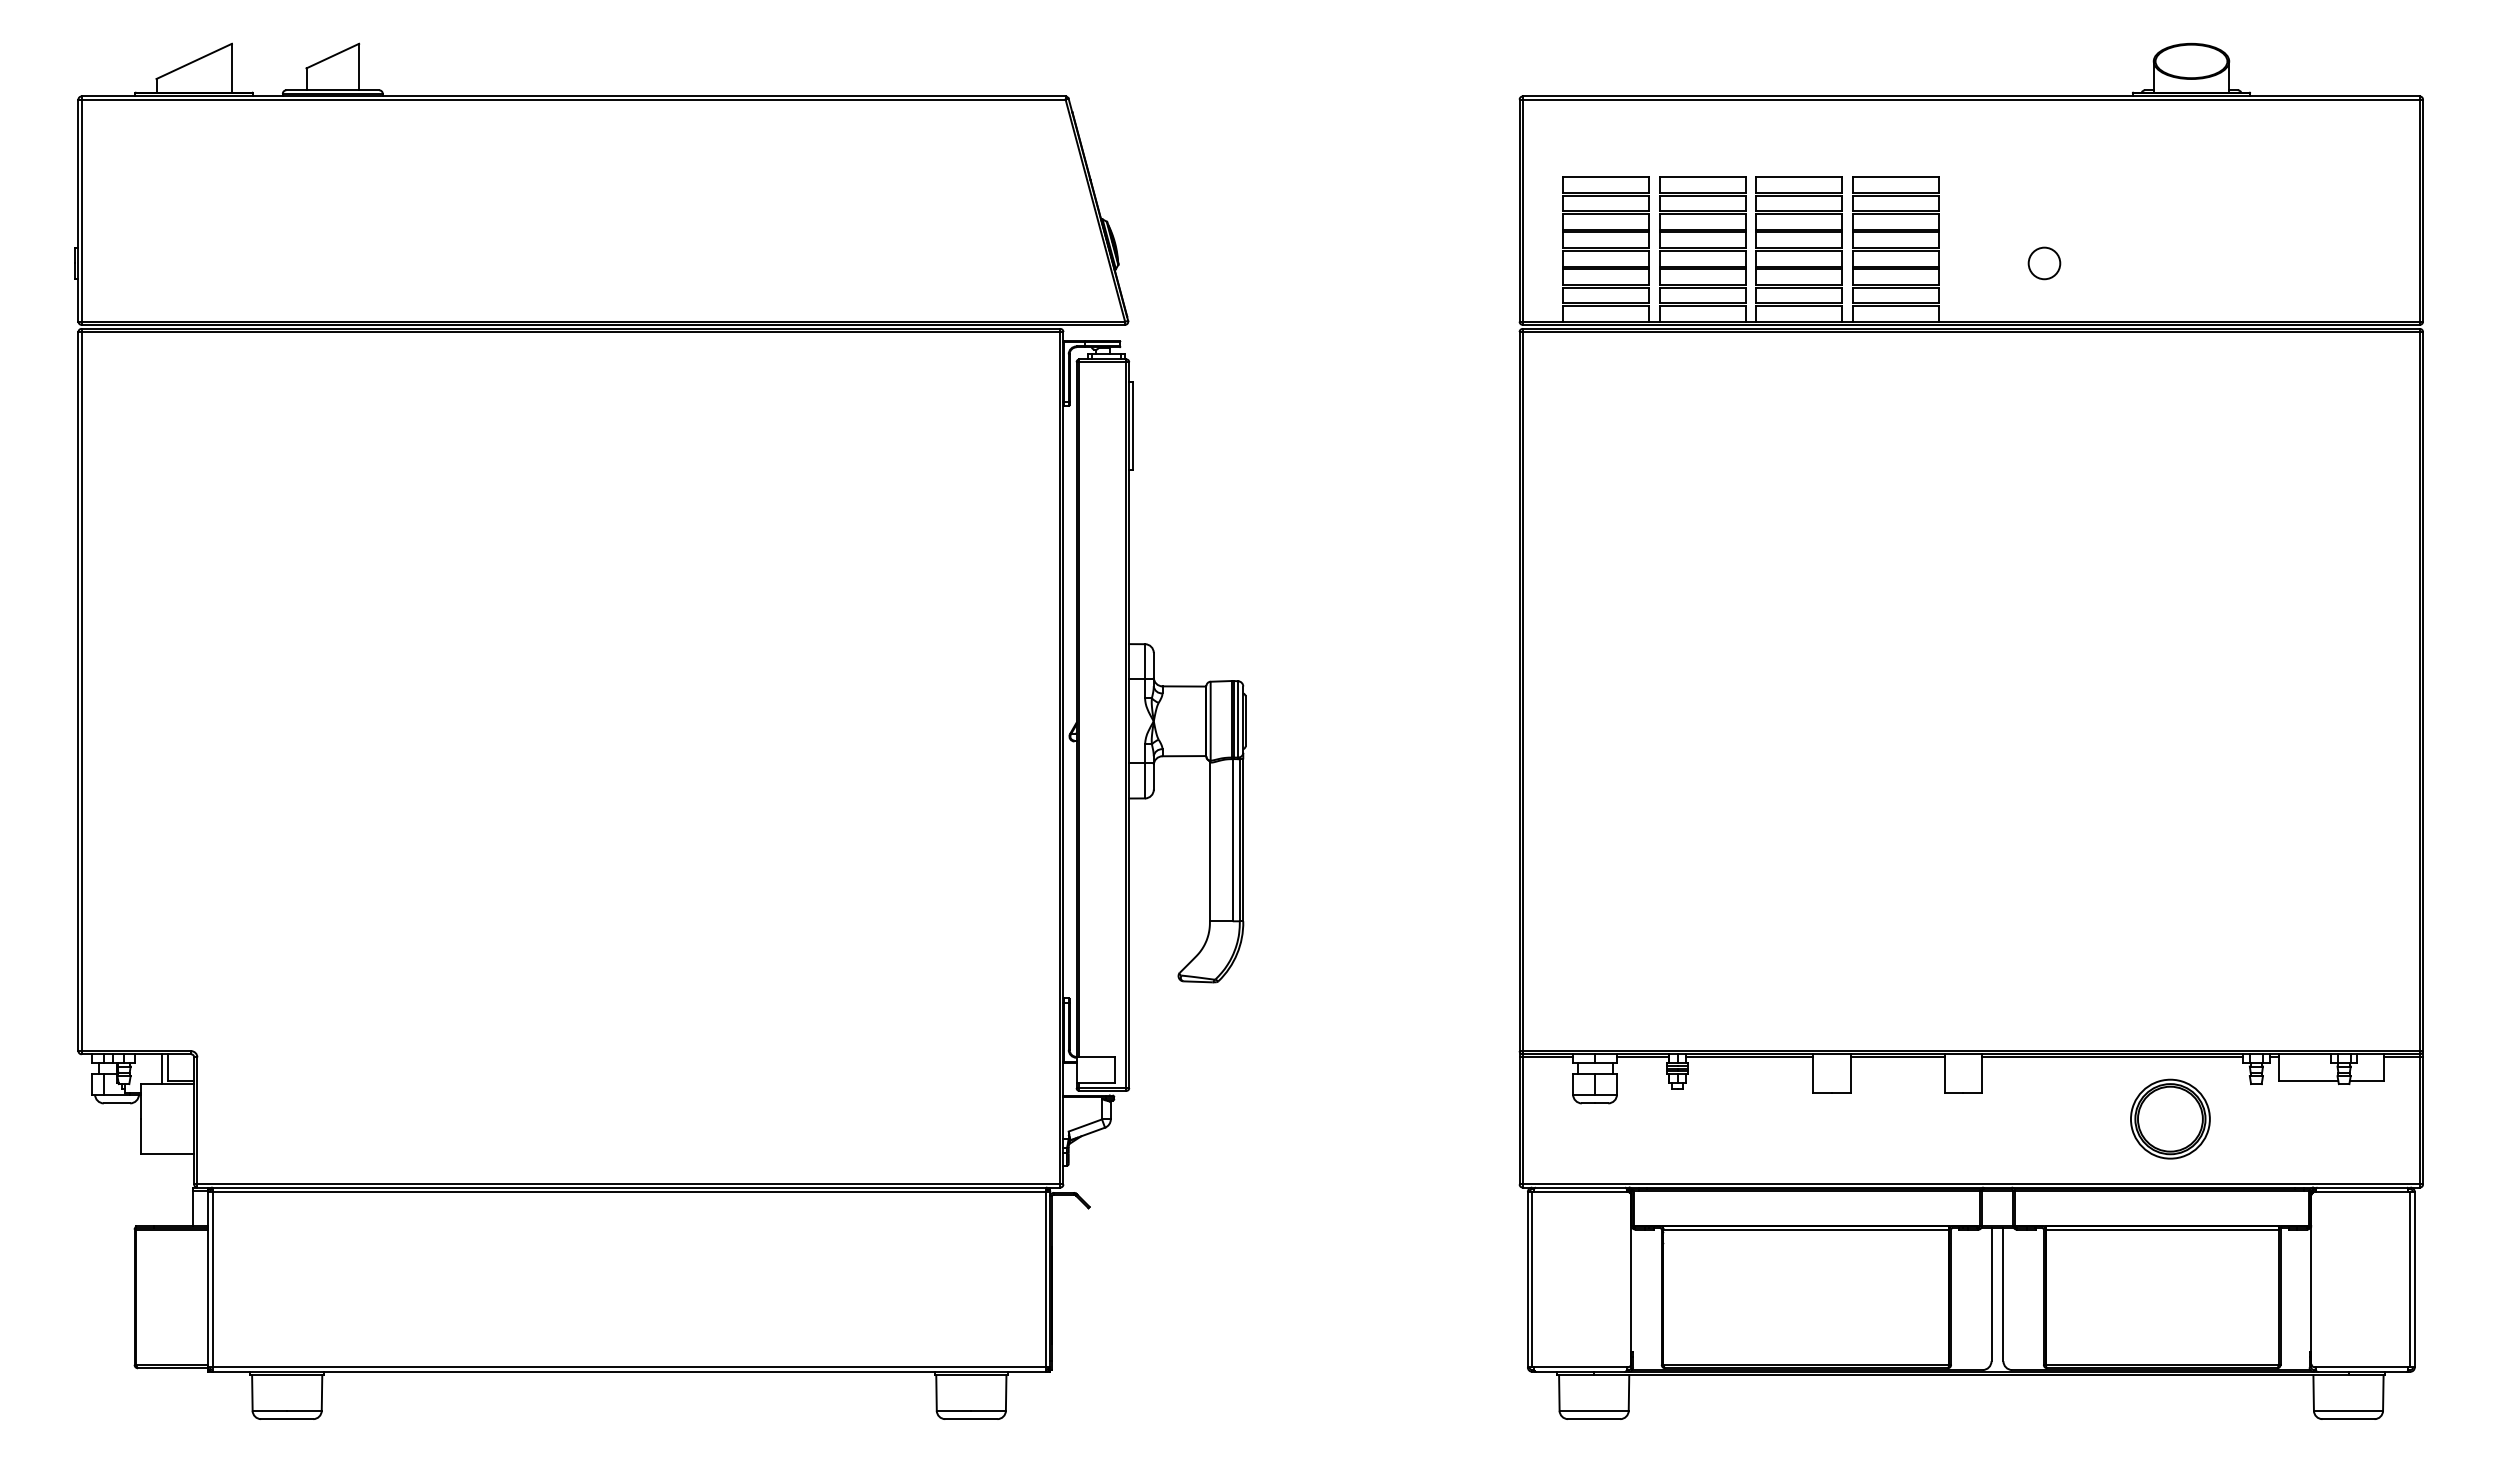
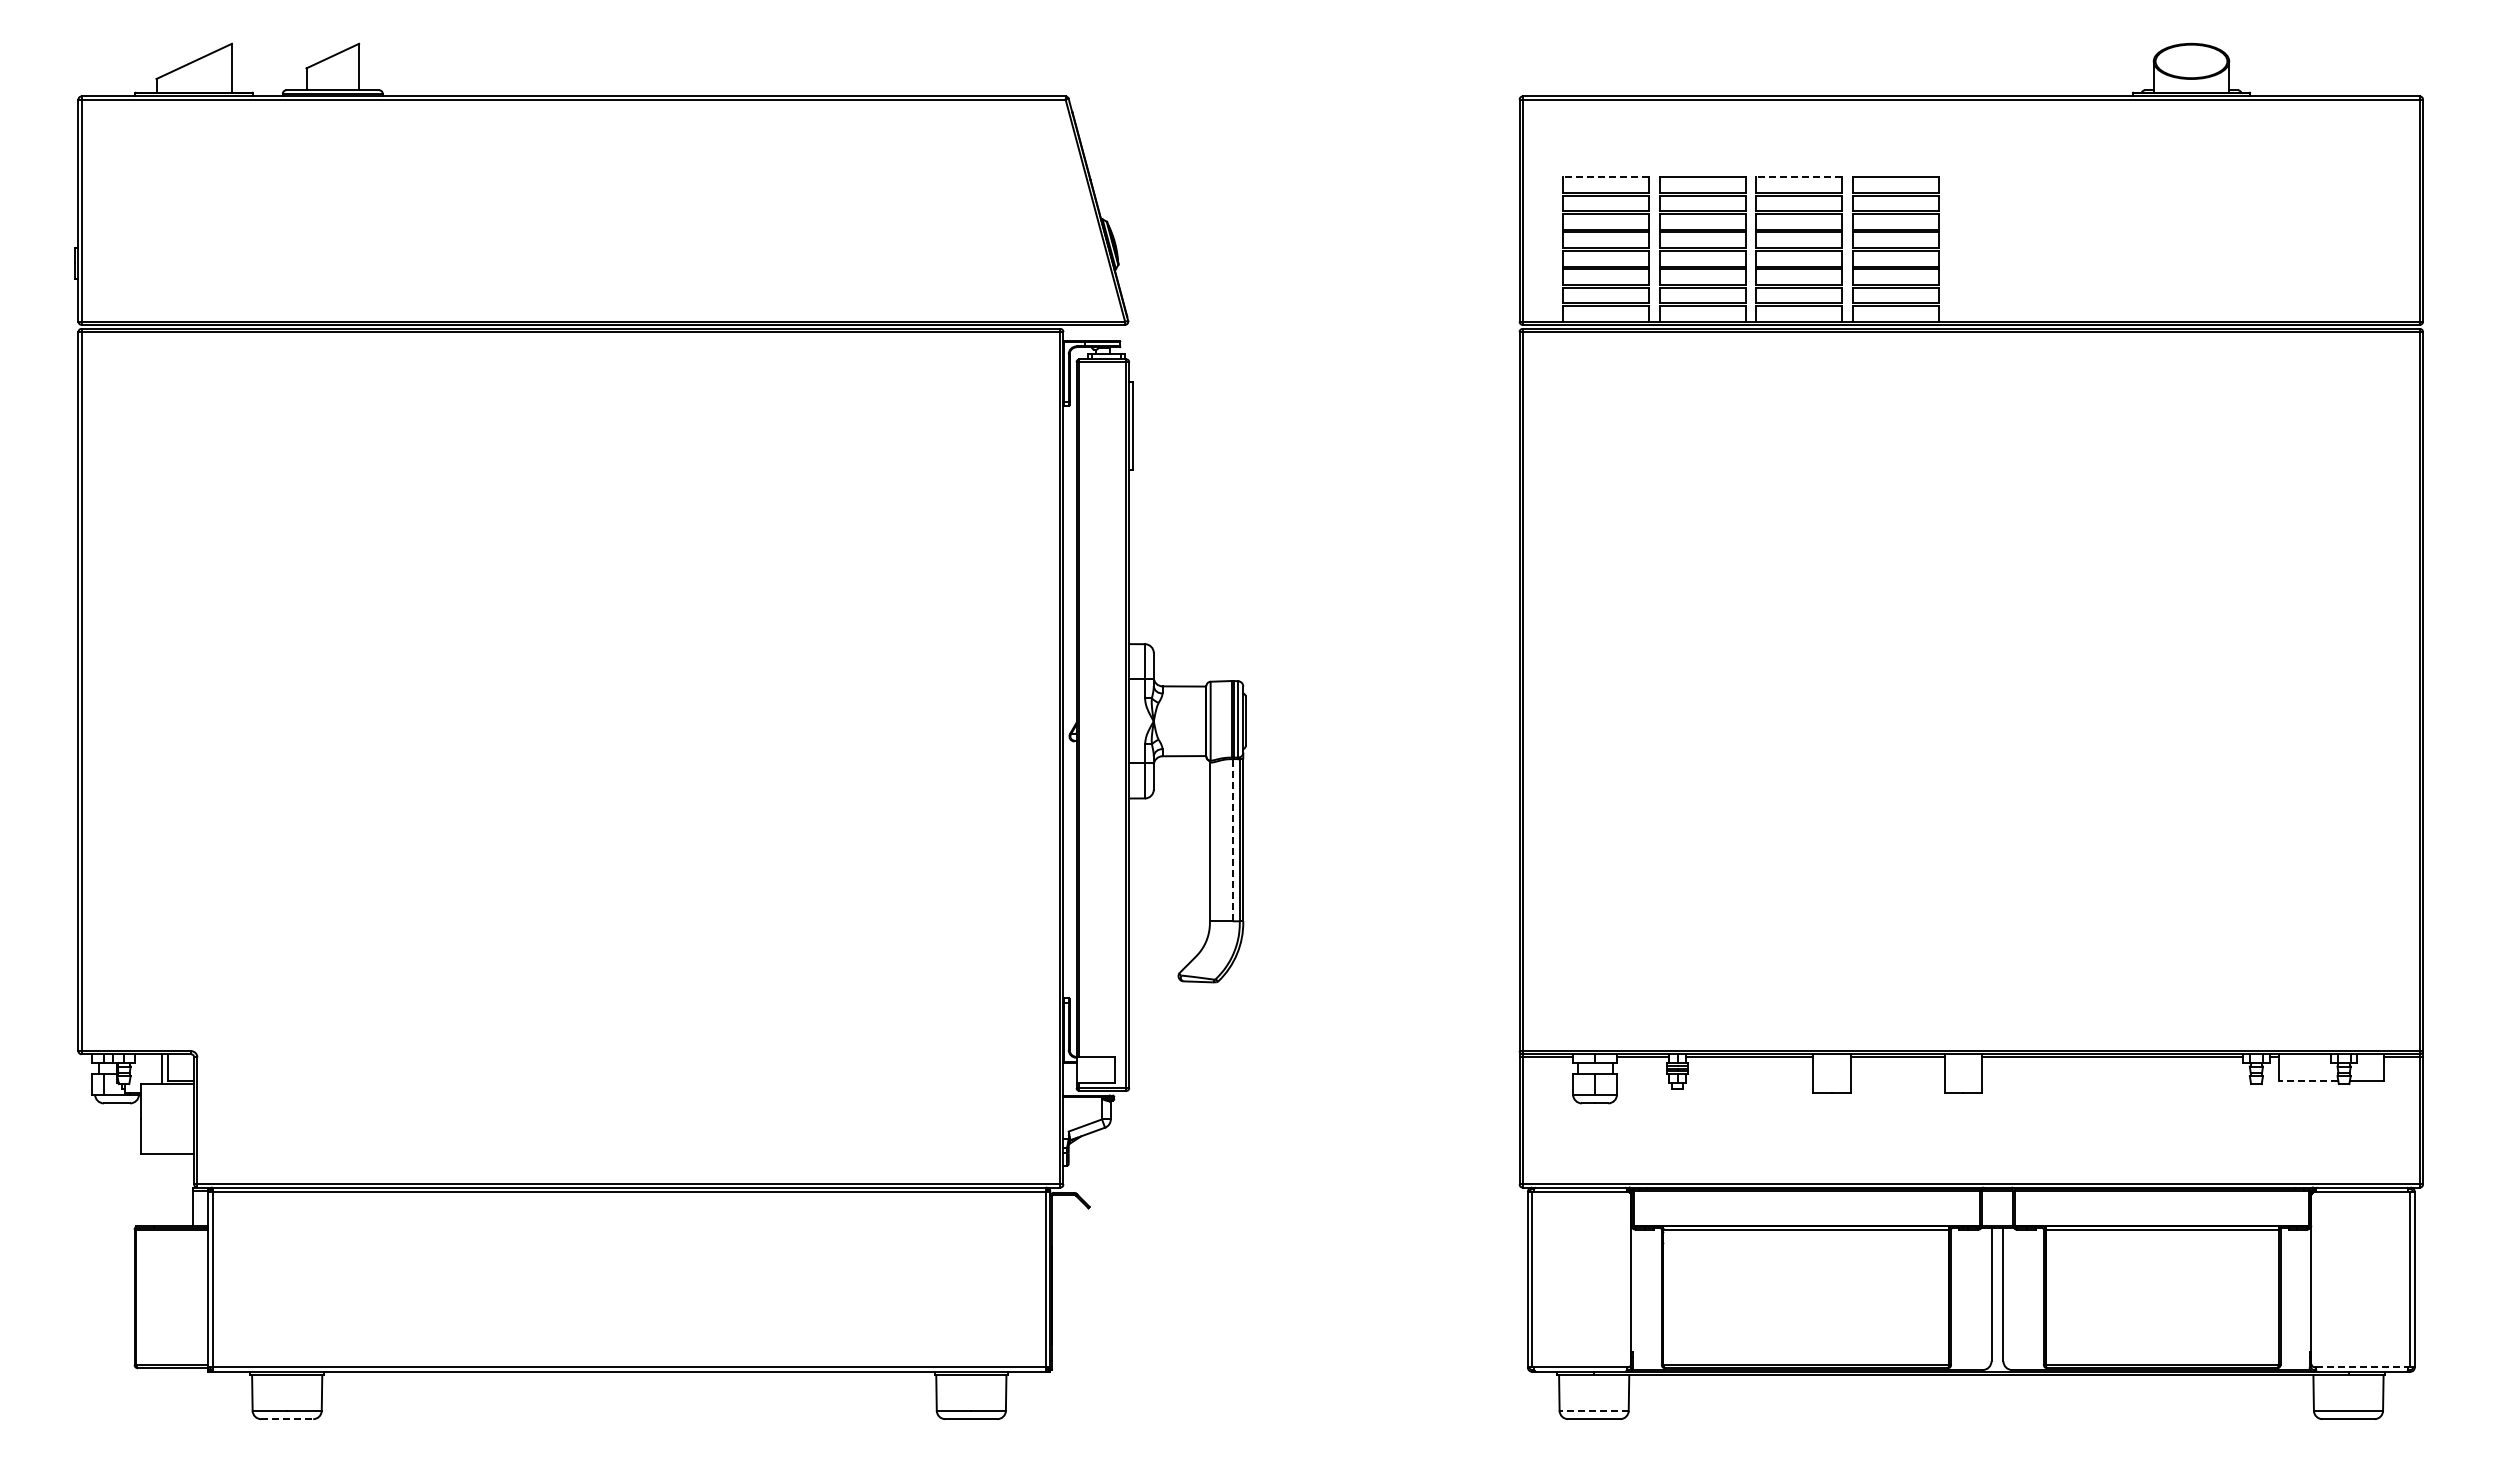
line at (1606, 177): solid -> dashed
line at (1799, 177): solid -> dashed
circle at (2044, 263): present -> none
line at (1232, 839): solid -> dashed
line at (2308, 1080): solid -> dashed
part at (2170, 1118): present -> none
line at (2362, 1367): solid -> dashed
line at (1594, 1410): solid -> dashed
line at (287, 1419): solid -> dashed
